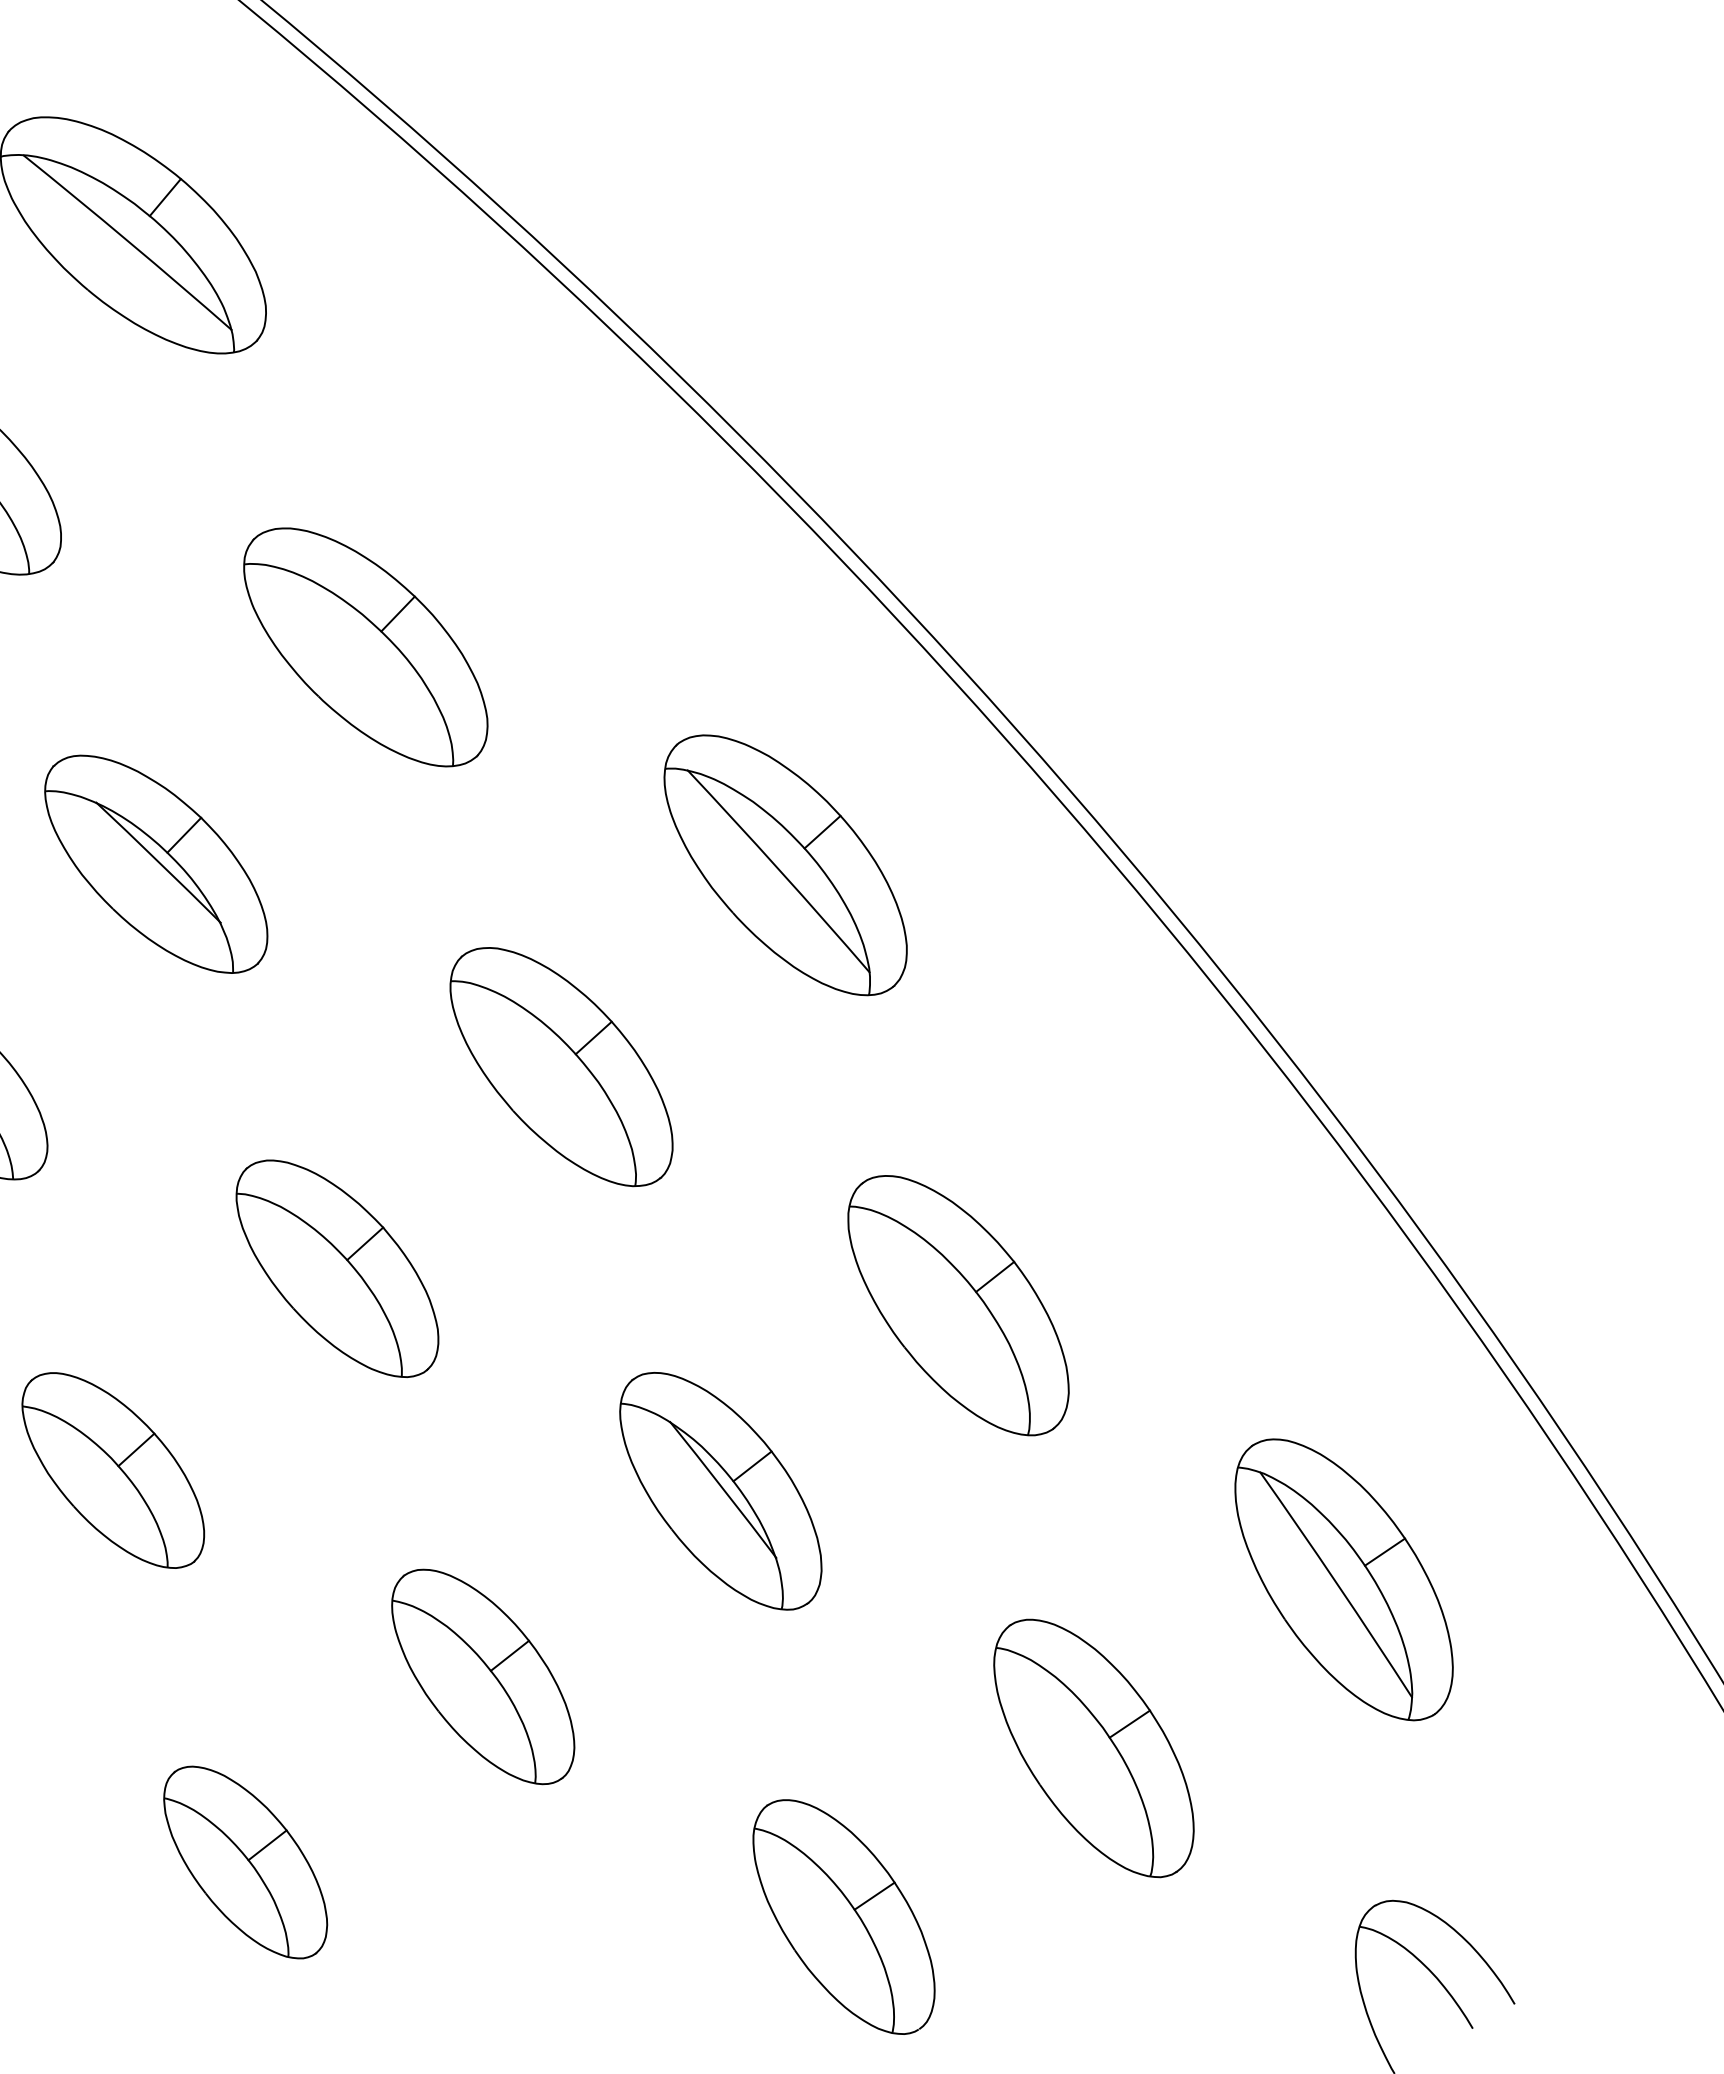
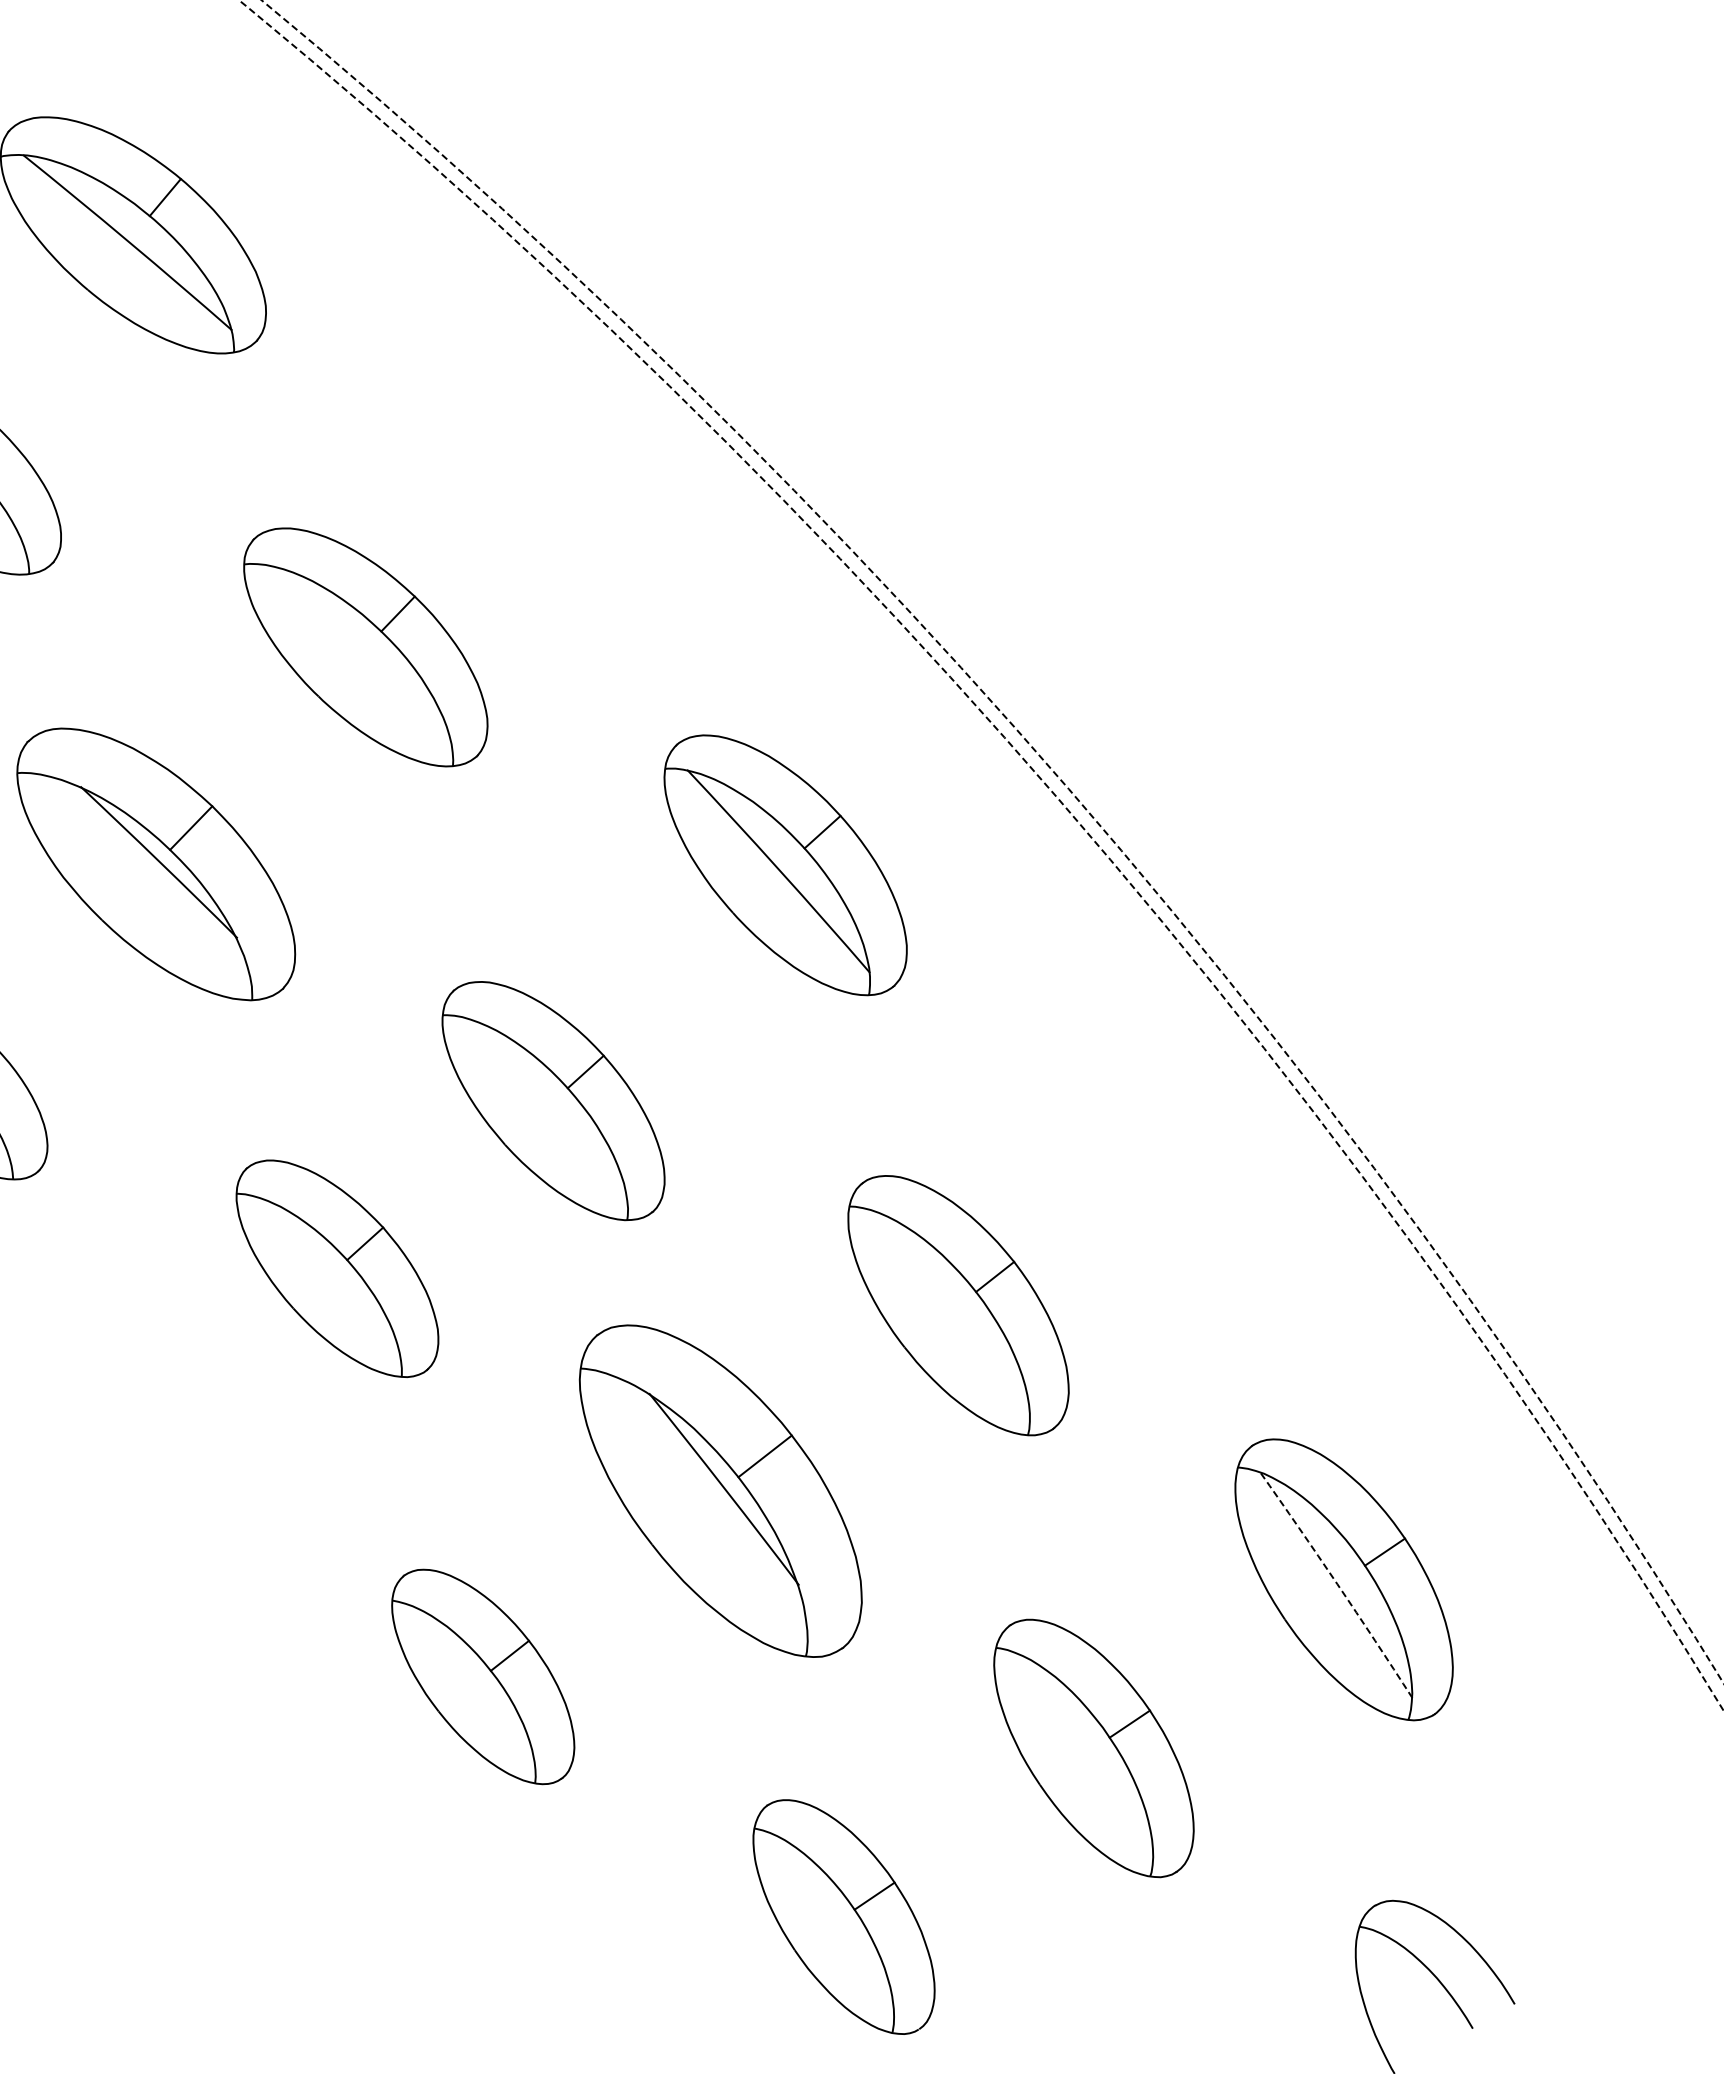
circle at (992, 841): solid -> dashed
circle at (981, 855): solid -> dashed
part at (156, 863) size: 225x220 px -> 281x275 px
part at (561, 1067) position: (561, 1067) -> (553, 1101)
part at (113, 1470): present -> none
part at (720, 1491) size: 204x239 px -> 285x334 px
arc at (1337, 1584): solid -> dashed
part at (245, 1862): present -> none
